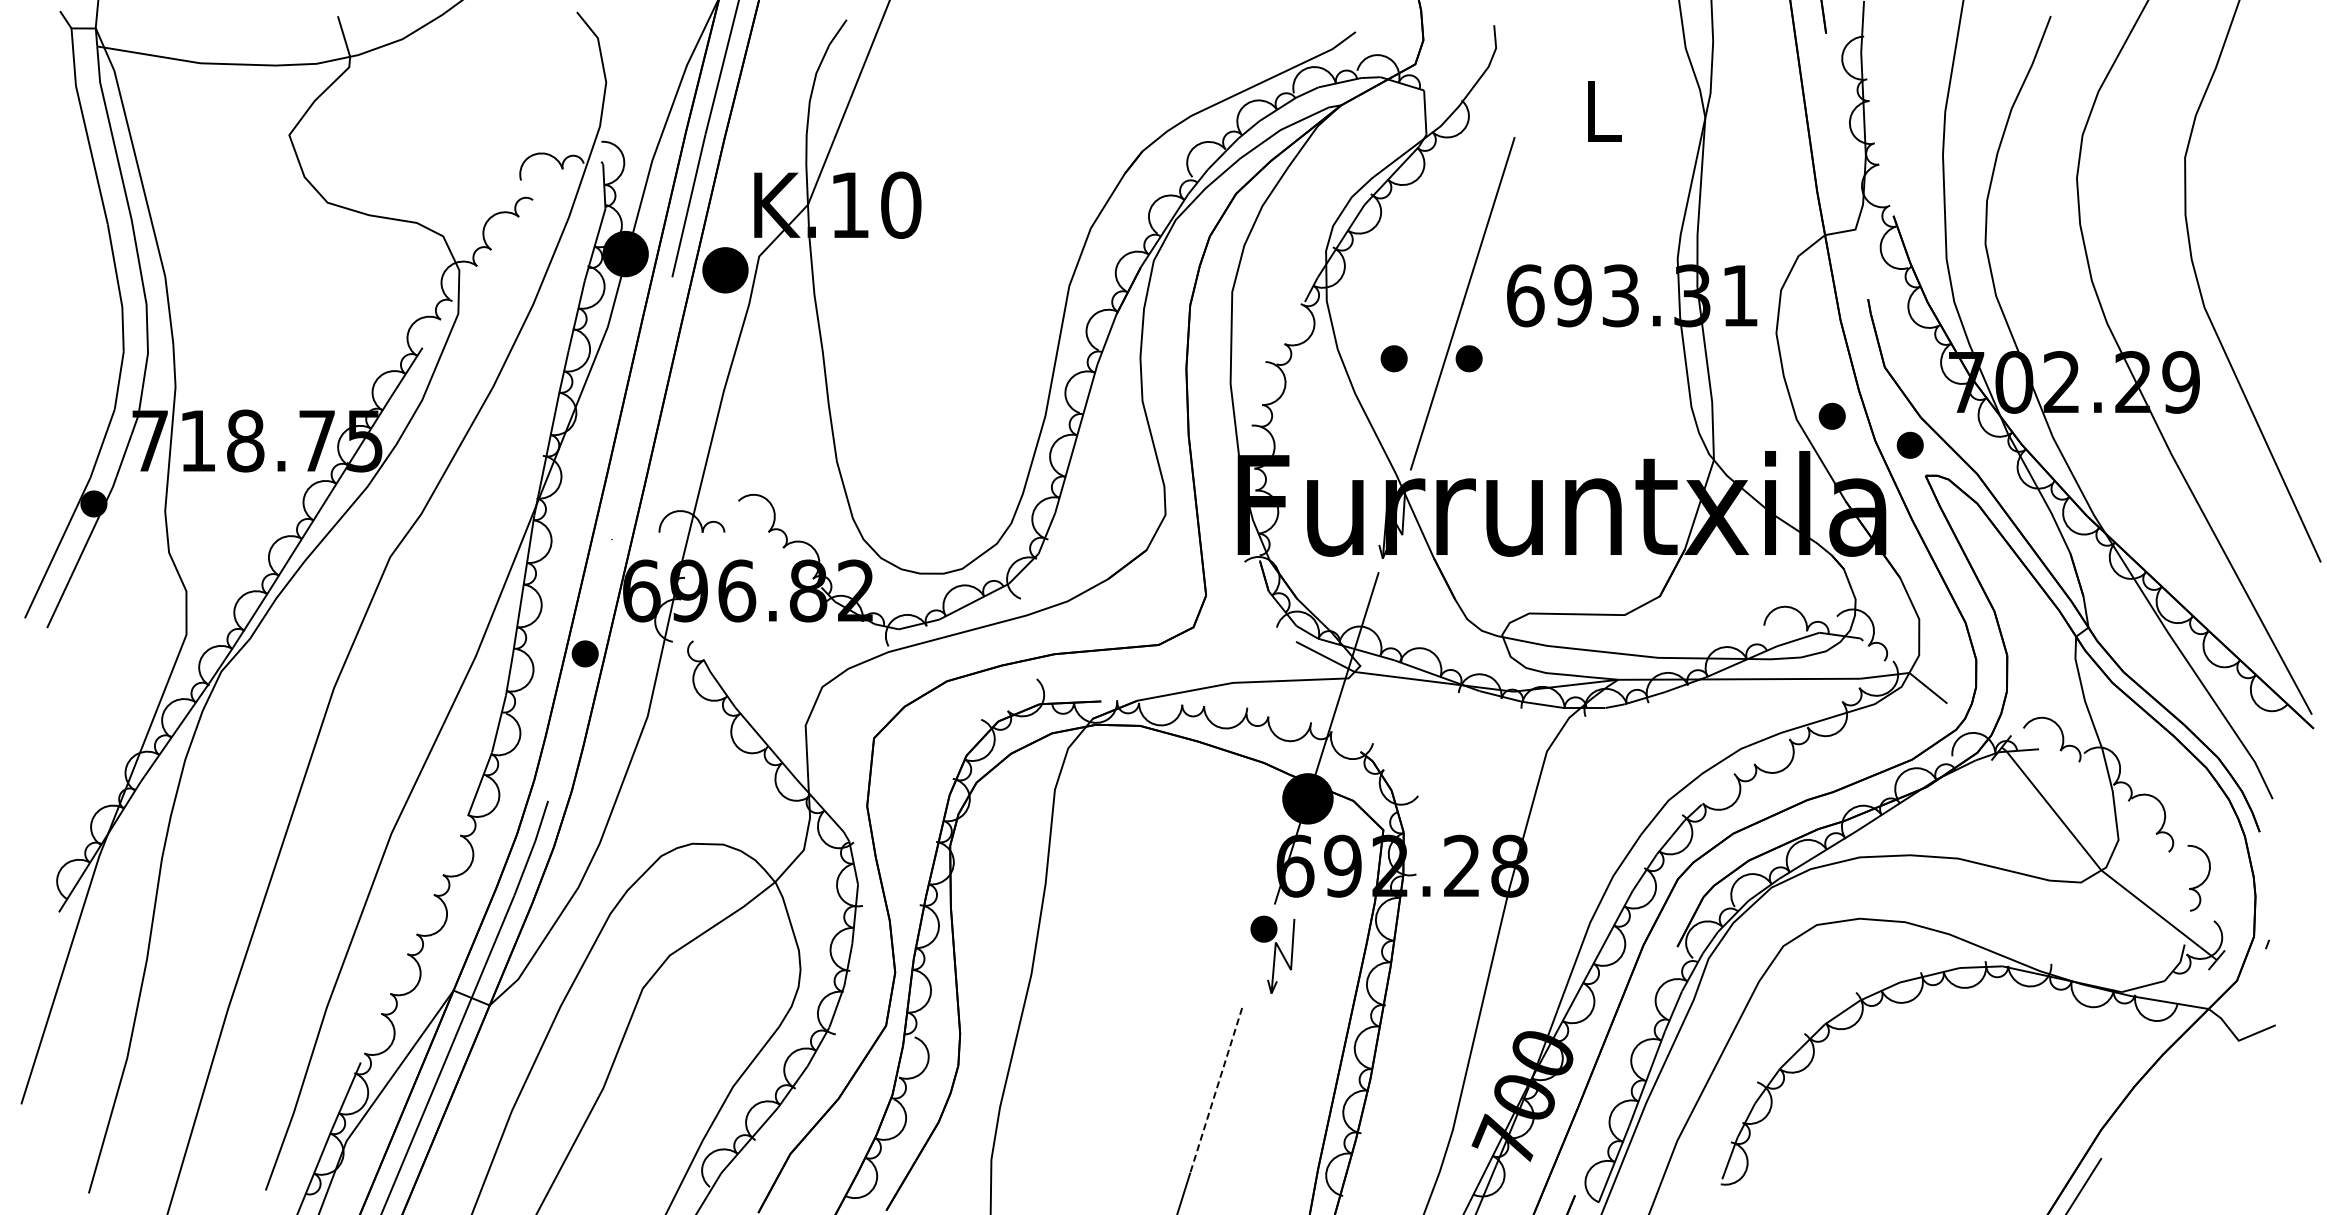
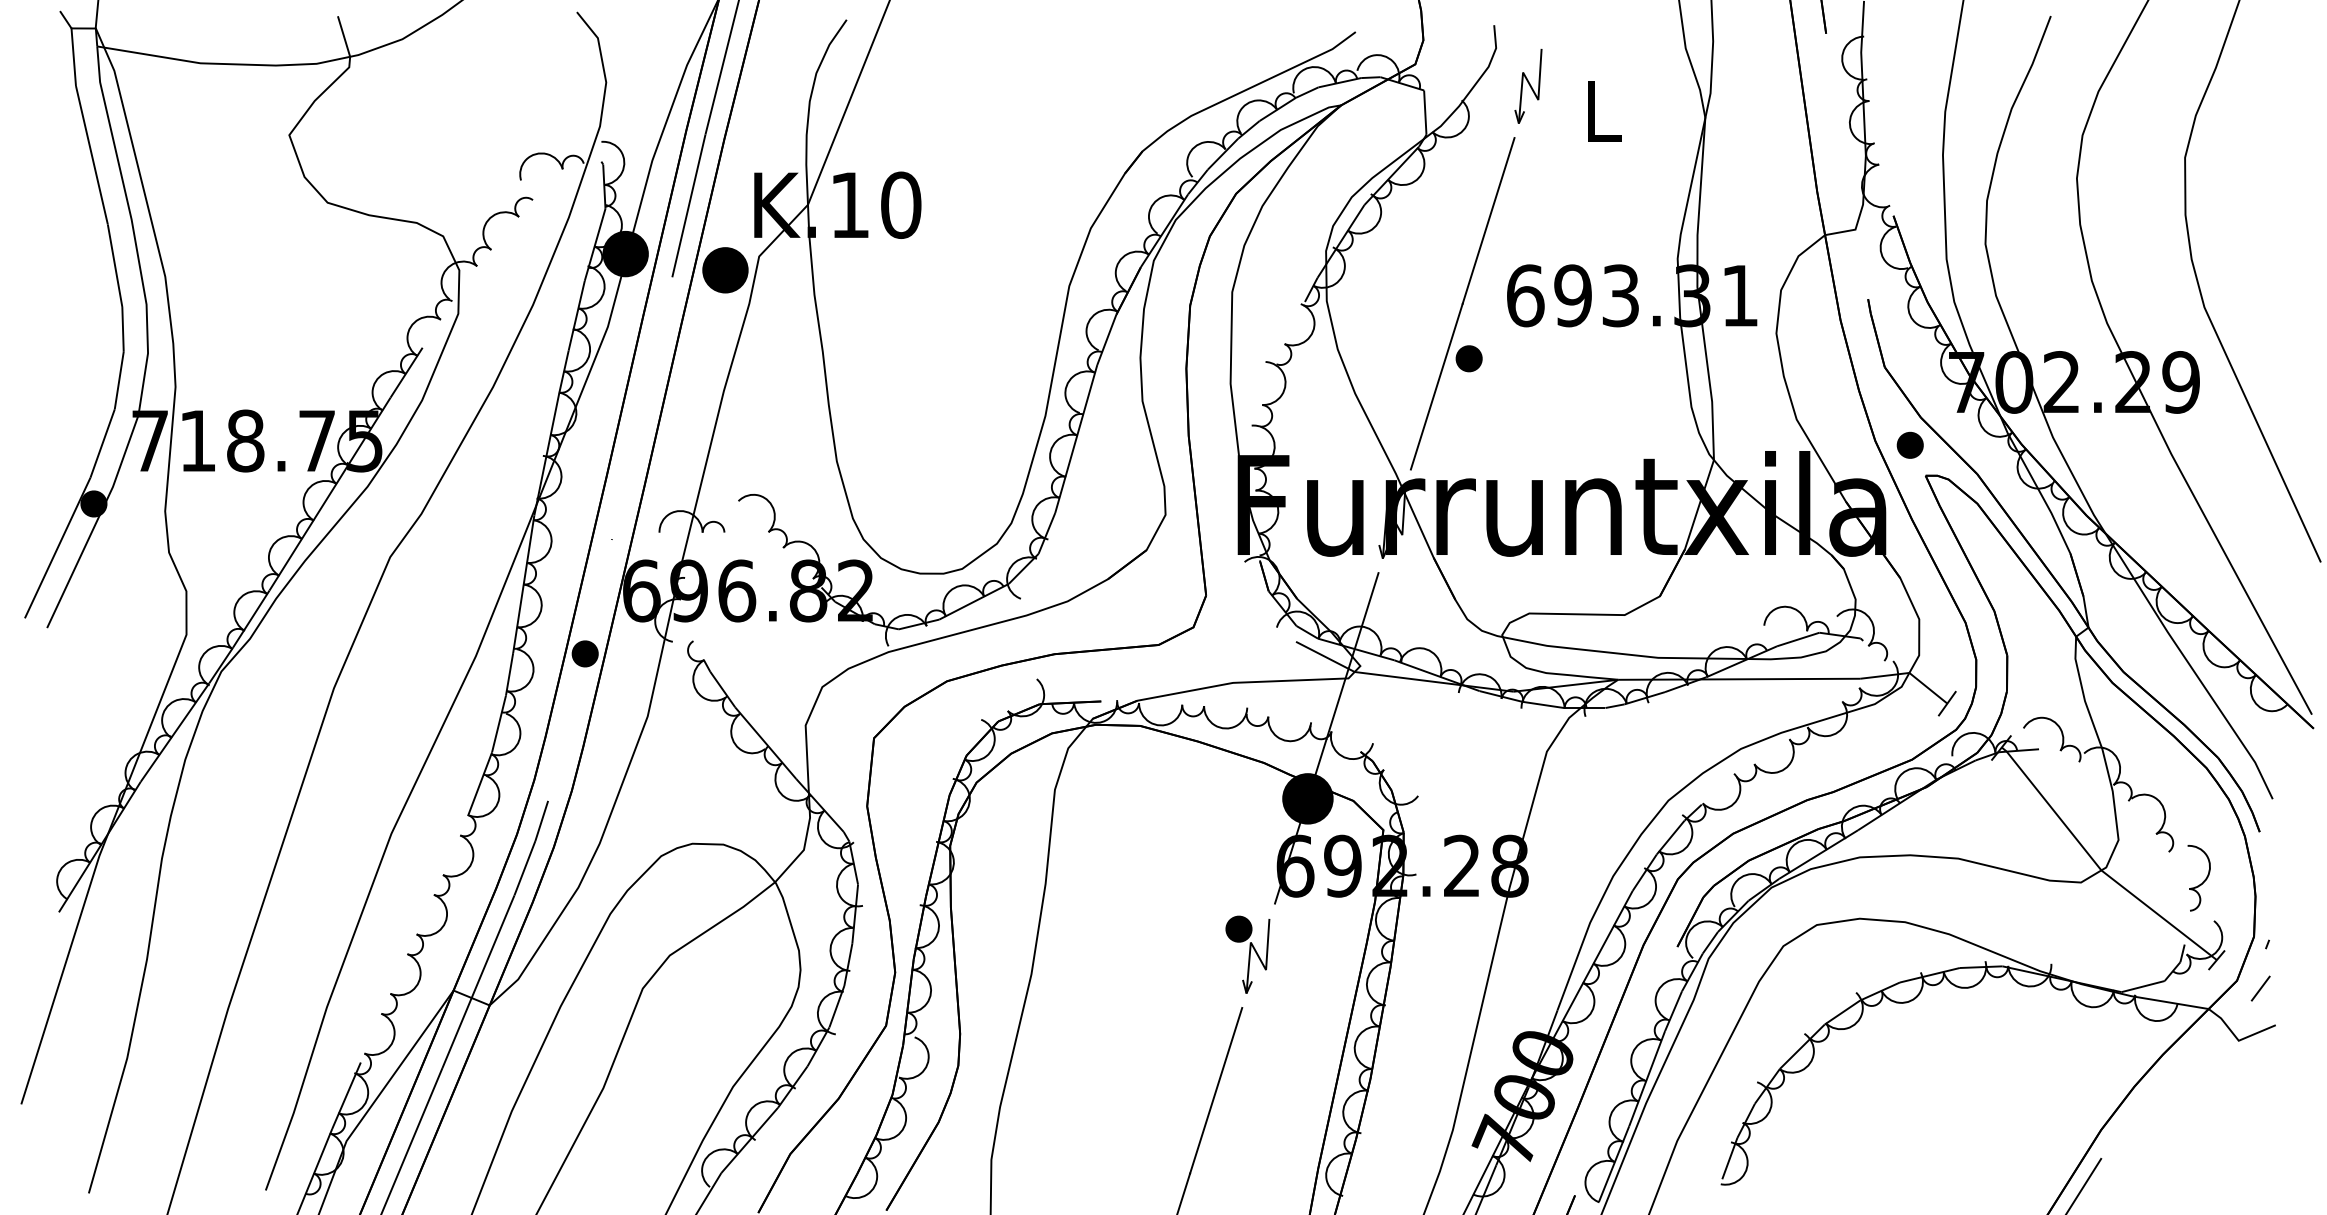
part at (1528, 85): none -> present
part at (1393, 358): present -> none
part at (1831, 415): present -> none
line at (1947, 703): none -> present
part at (1272, 954) position: (1272, 954) -> (1247, 954)
line at (2260, 988): none -> present
line at (1216, 1090): dashed -> solid
